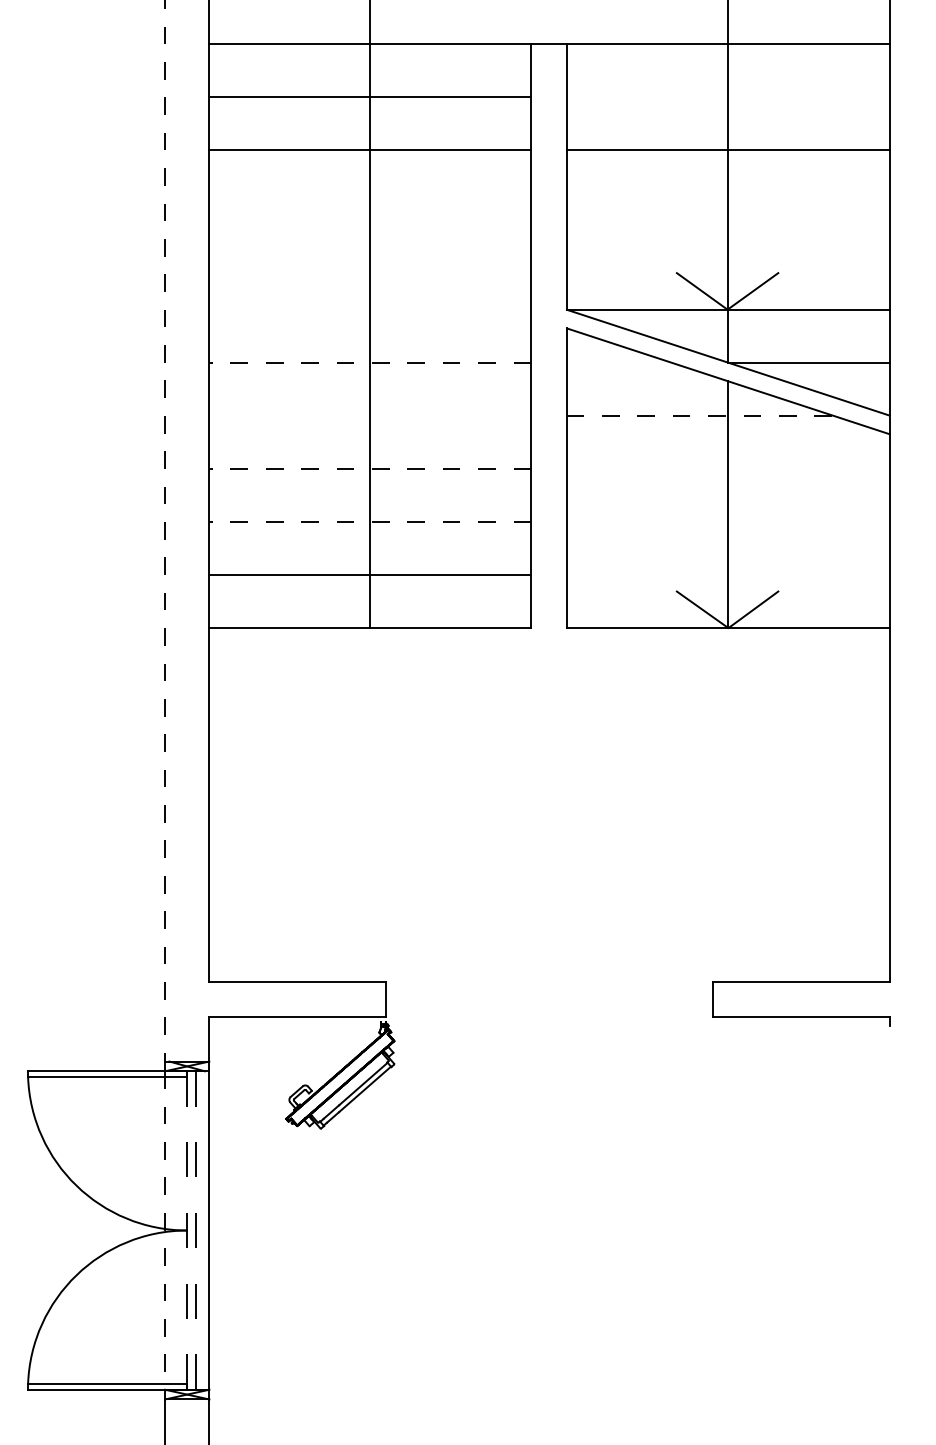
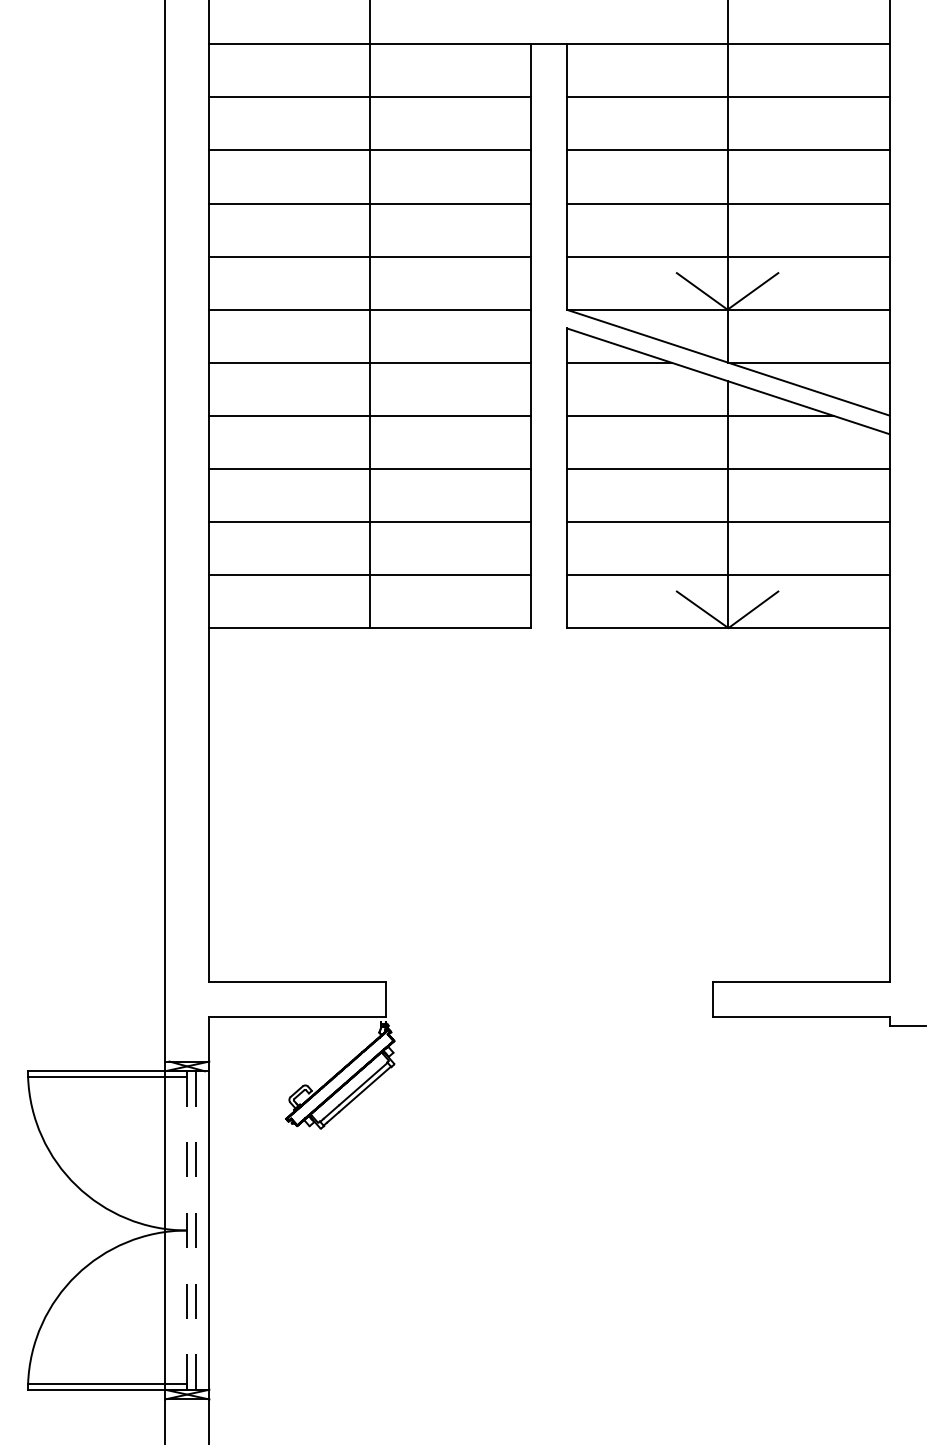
line at (728, 97): none -> present
line at (370, 203): none -> present
line at (728, 203): none -> present
line at (370, 256): none -> present
line at (728, 256): none -> present
line at (370, 309): none -> present
line at (370, 362): dashed -> solid
line at (618, 362): none -> present
line at (370, 415): none -> present
line at (700, 415): dashed -> solid
line at (370, 468): dashed -> solid
line at (728, 468): none -> present
line at (370, 521): dashed -> solid
line at (728, 521): none -> present
line at (165, 530): dashed -> solid
line at (728, 575): none -> present
line at (907, 1026): none -> present
line at (165, 1231): dashed -> solid
